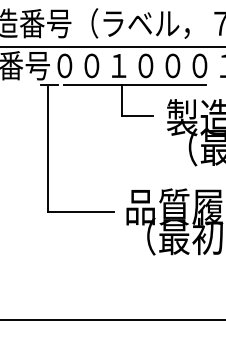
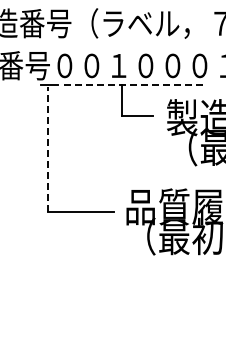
line at (112, 47): present -> none
line at (134, 84): solid -> dashed
line at (48, 149): solid -> dashed
line at (112, 319): present -> none
